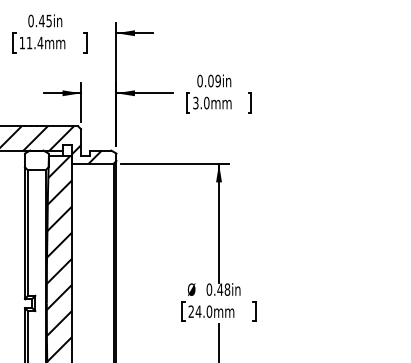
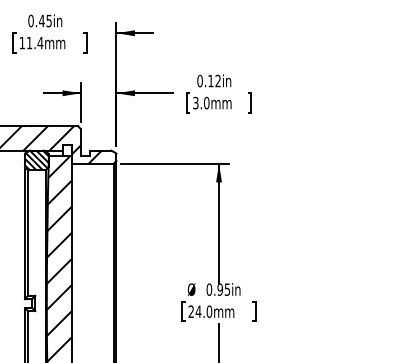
text at (214, 80): 0.09in -> 0.12in
hatch at (36, 160): none -> present
text at (223, 289): 0.48in -> 0.95in
